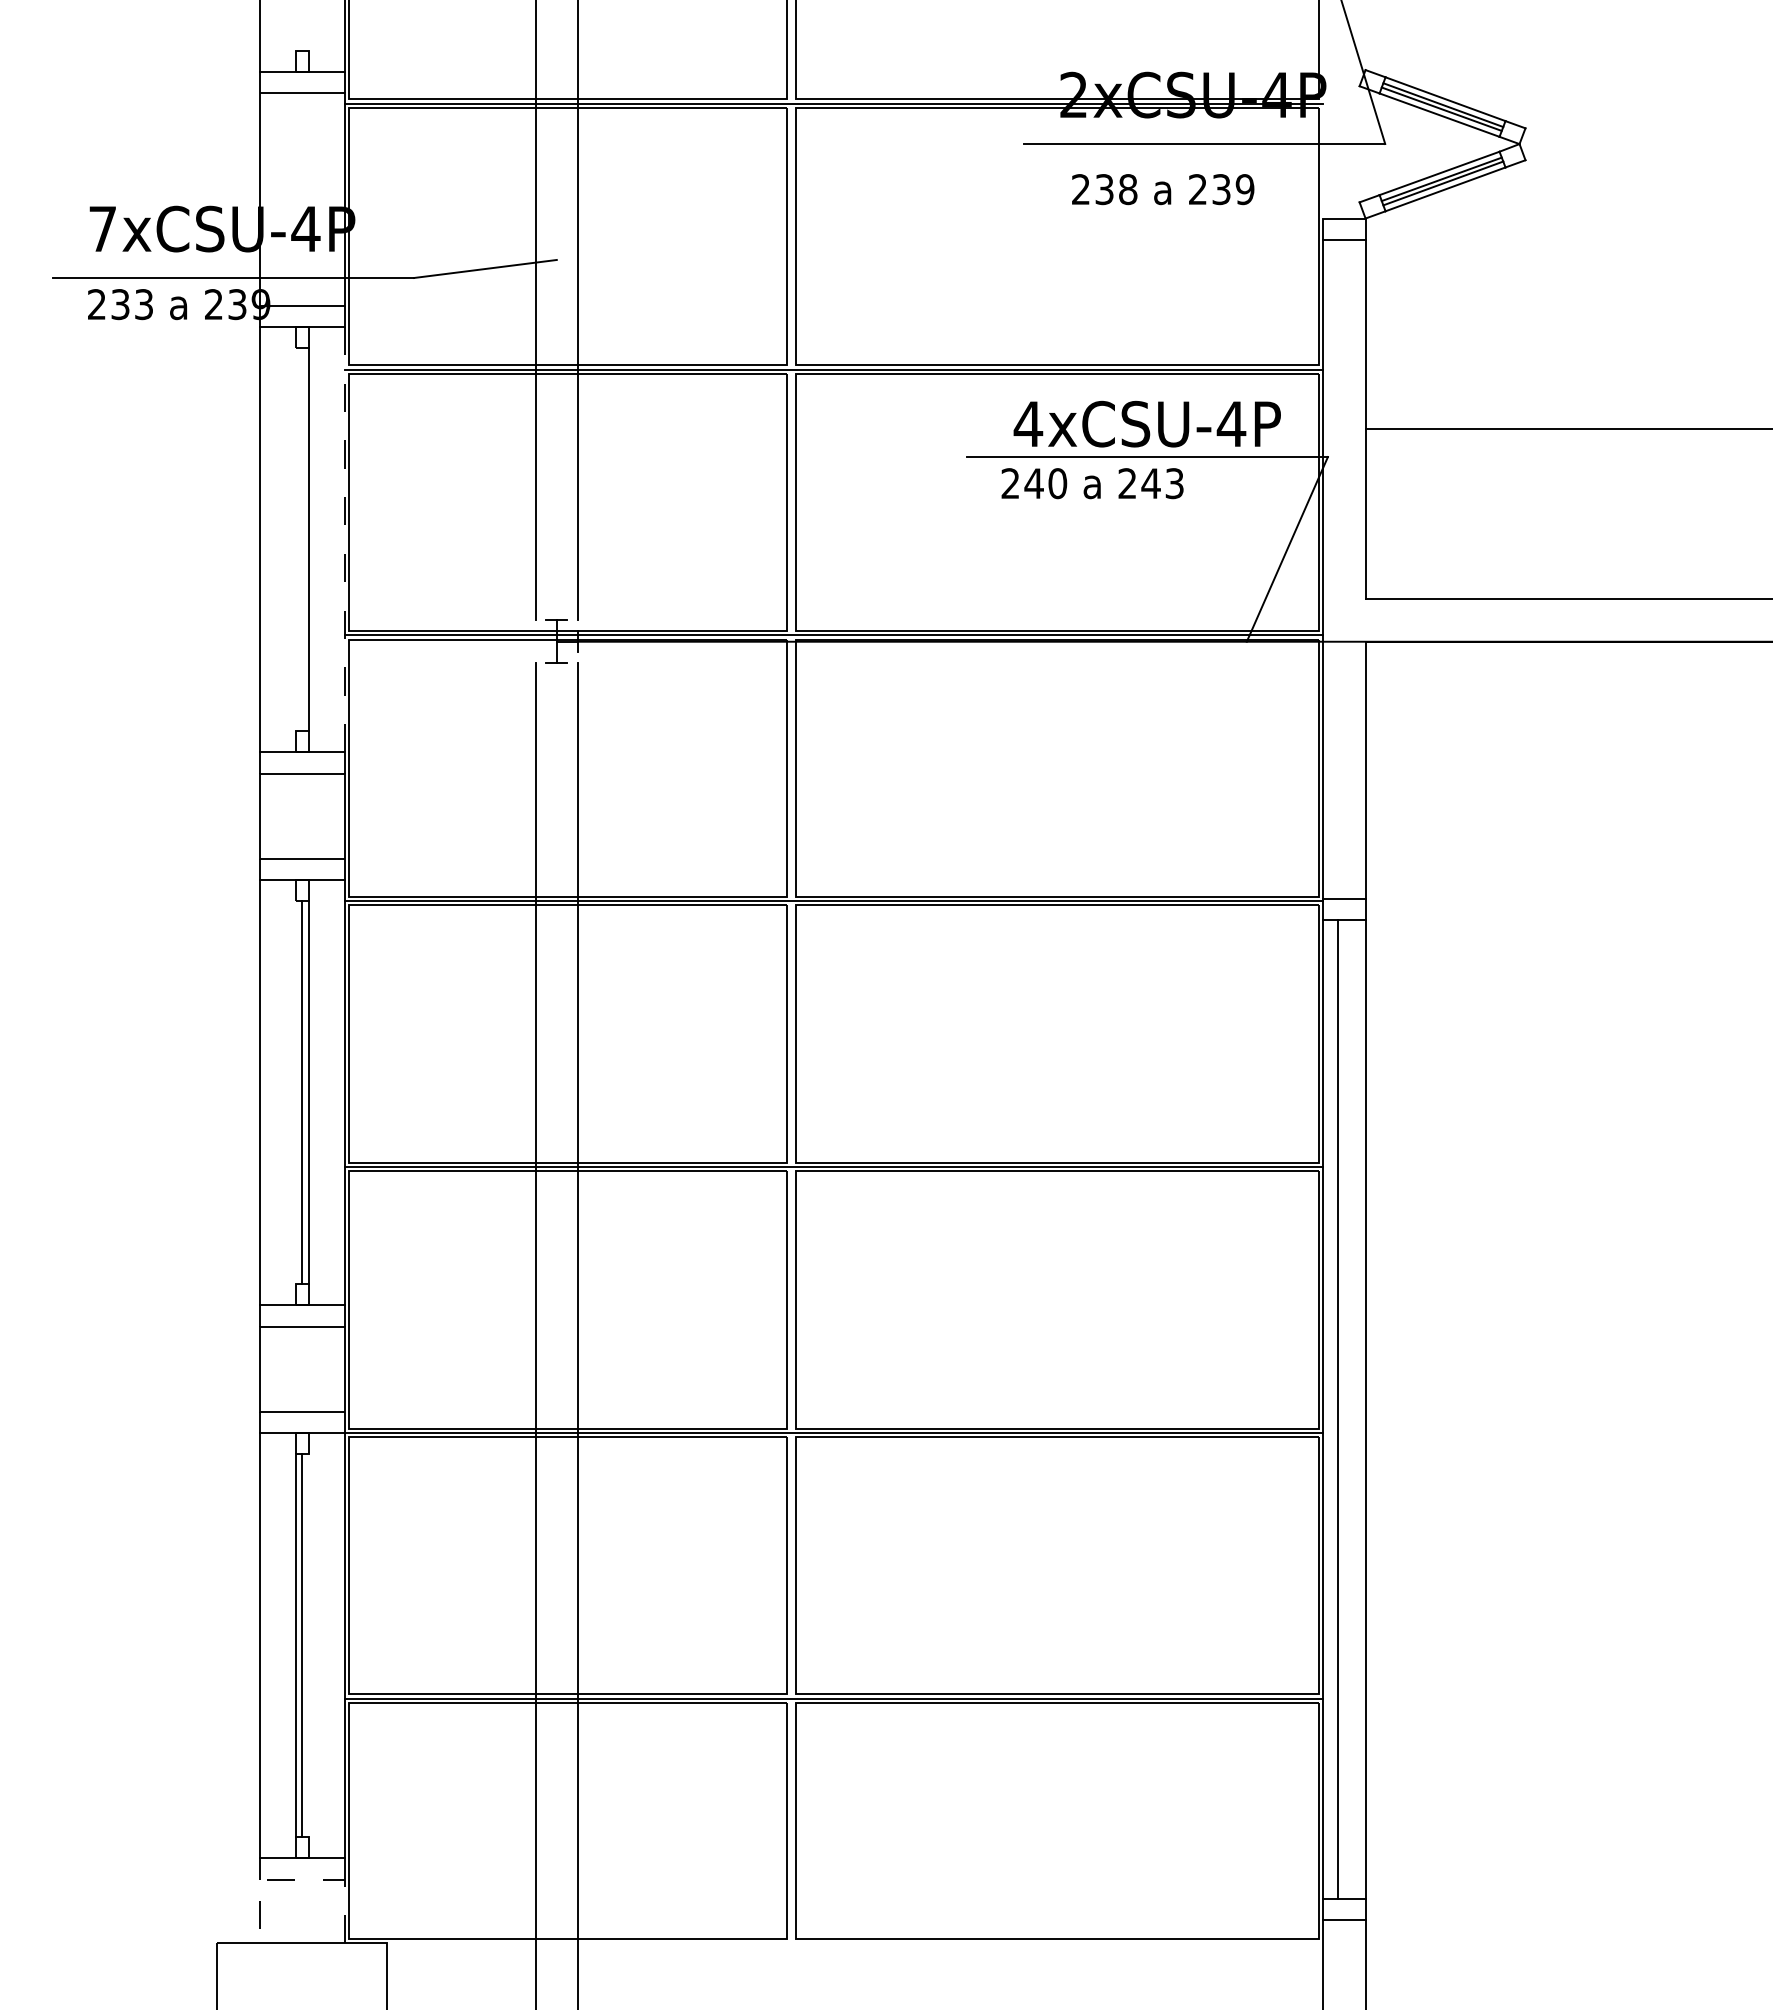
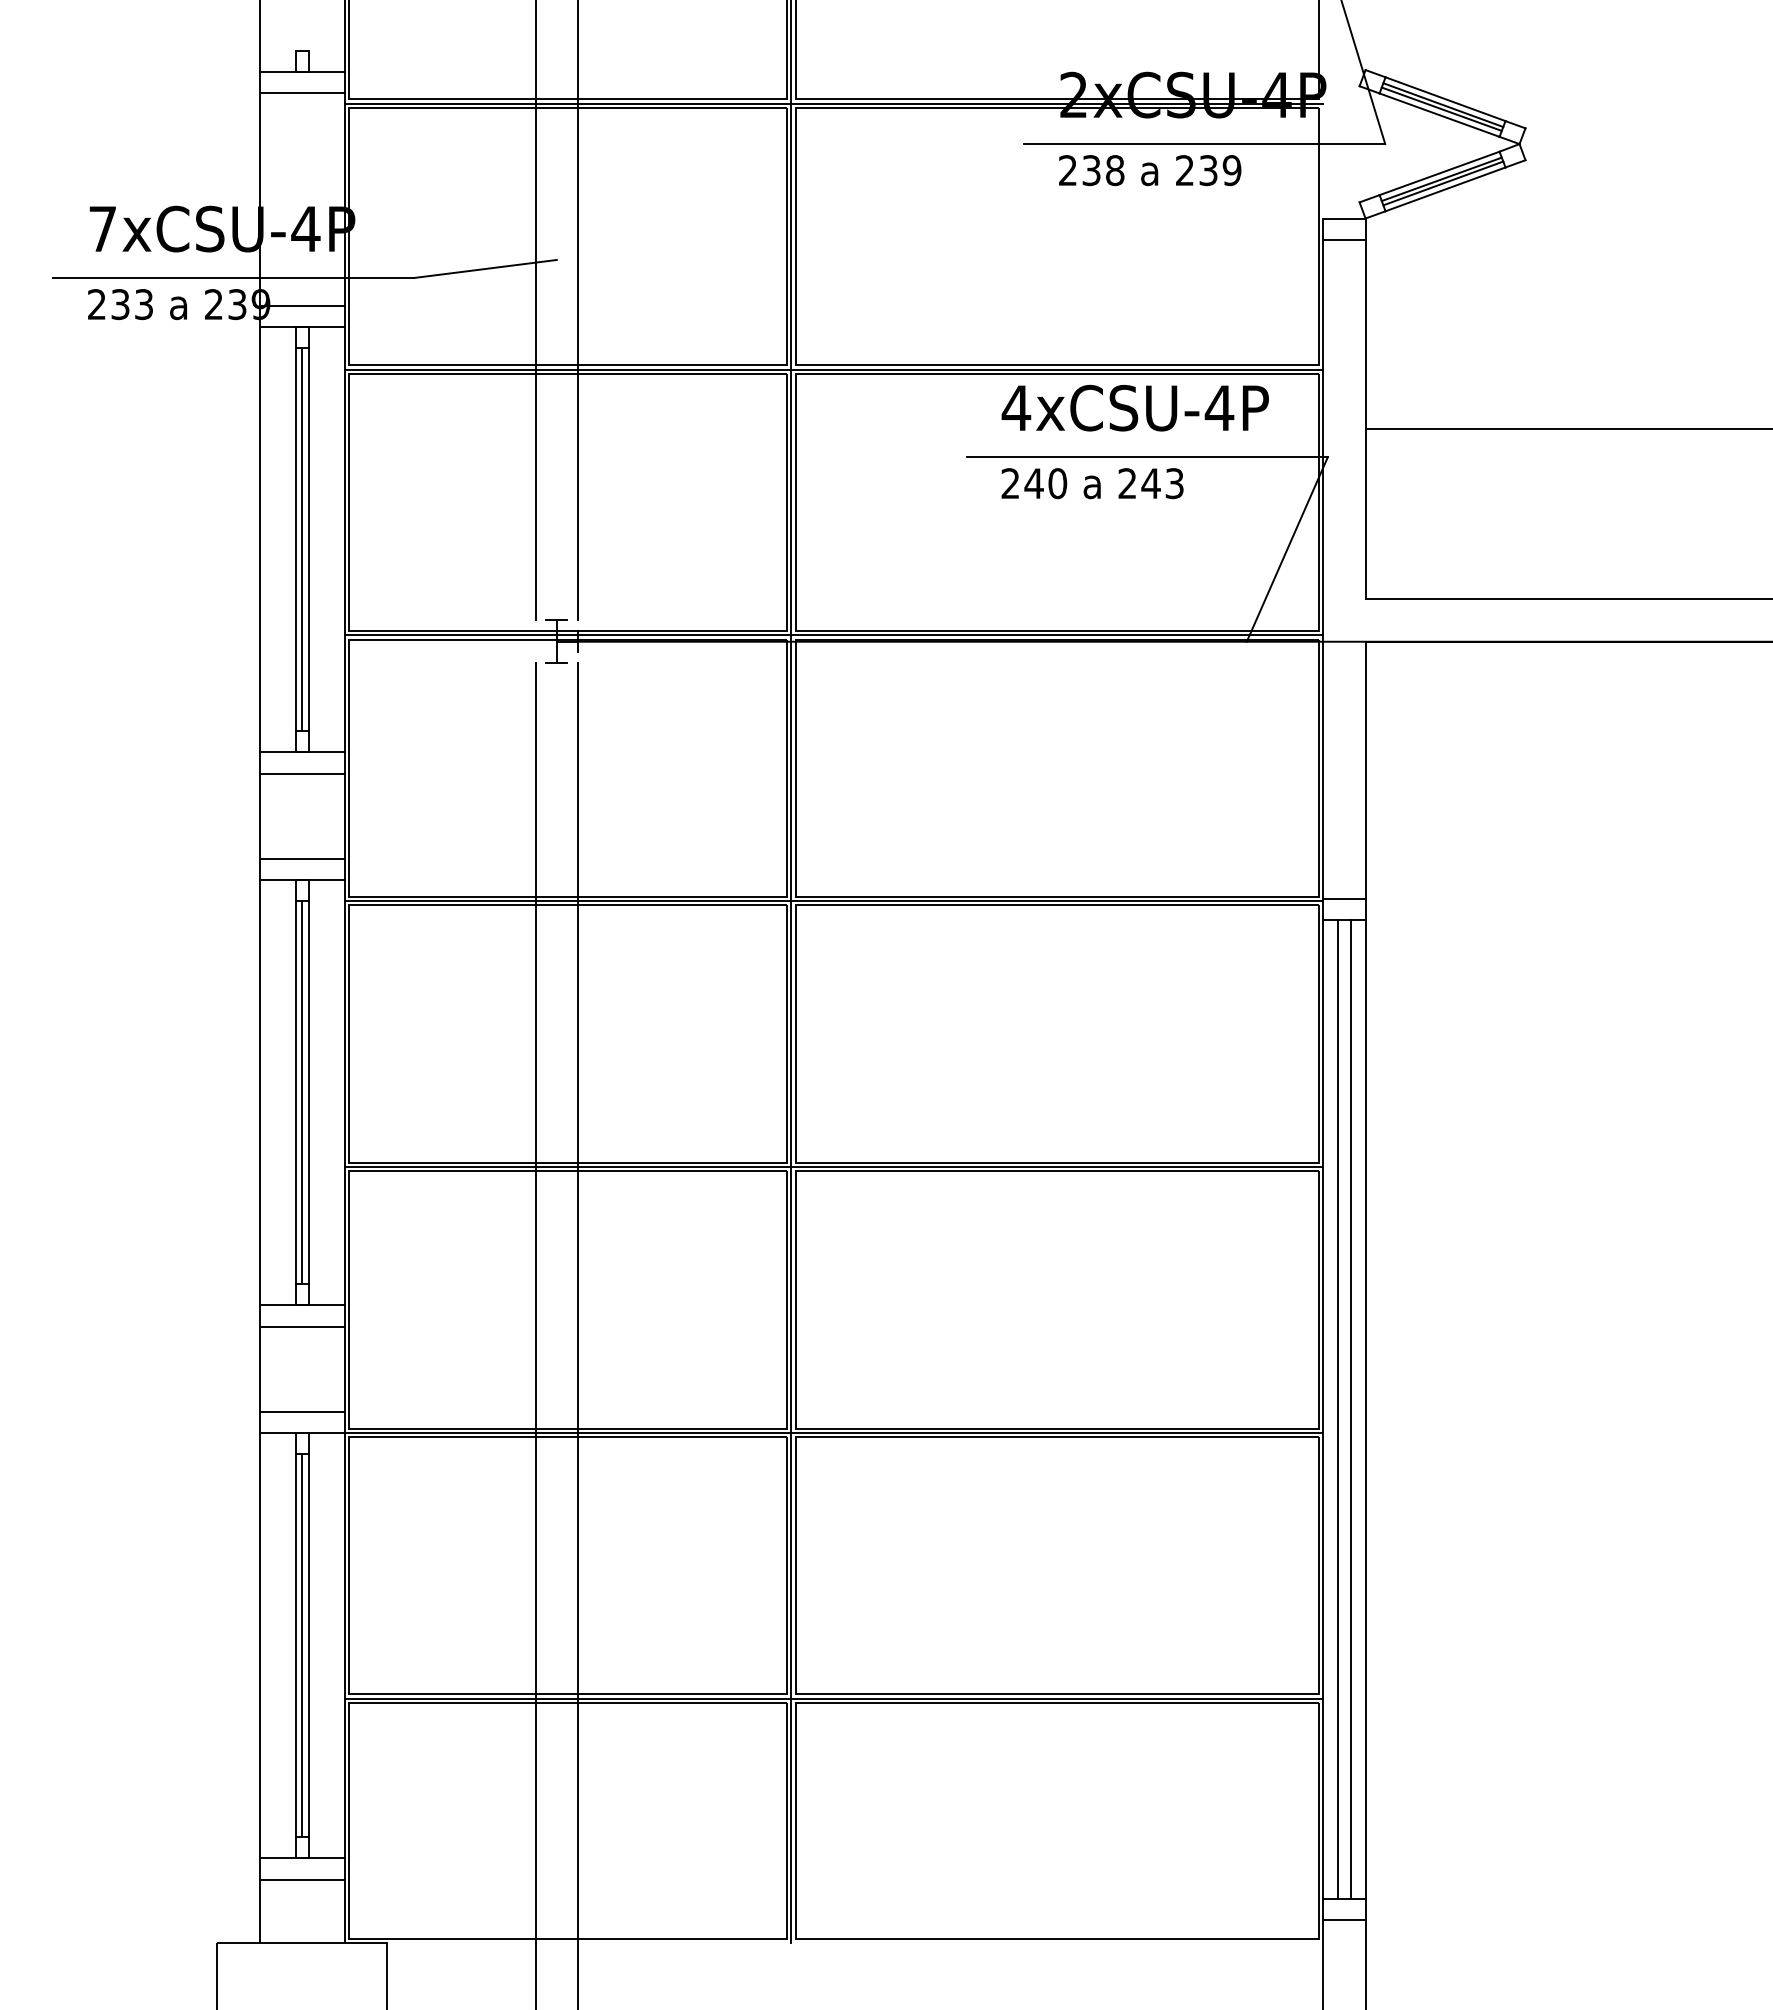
text at (1163, 189) position: (1163, 189) -> (1150, 170)
text at (1146, 423) position: (1146, 423) -> (1134, 407)
line at (295, 539): none -> present
line at (302, 539): none -> present
line at (344, 539): dashed -> solid
line at (791, 972): none -> present
line at (295, 1092): none -> present
line at (1350, 1409): none -> present
line at (308, 1645): none -> present
line at (302, 1879): dashed -> solid
